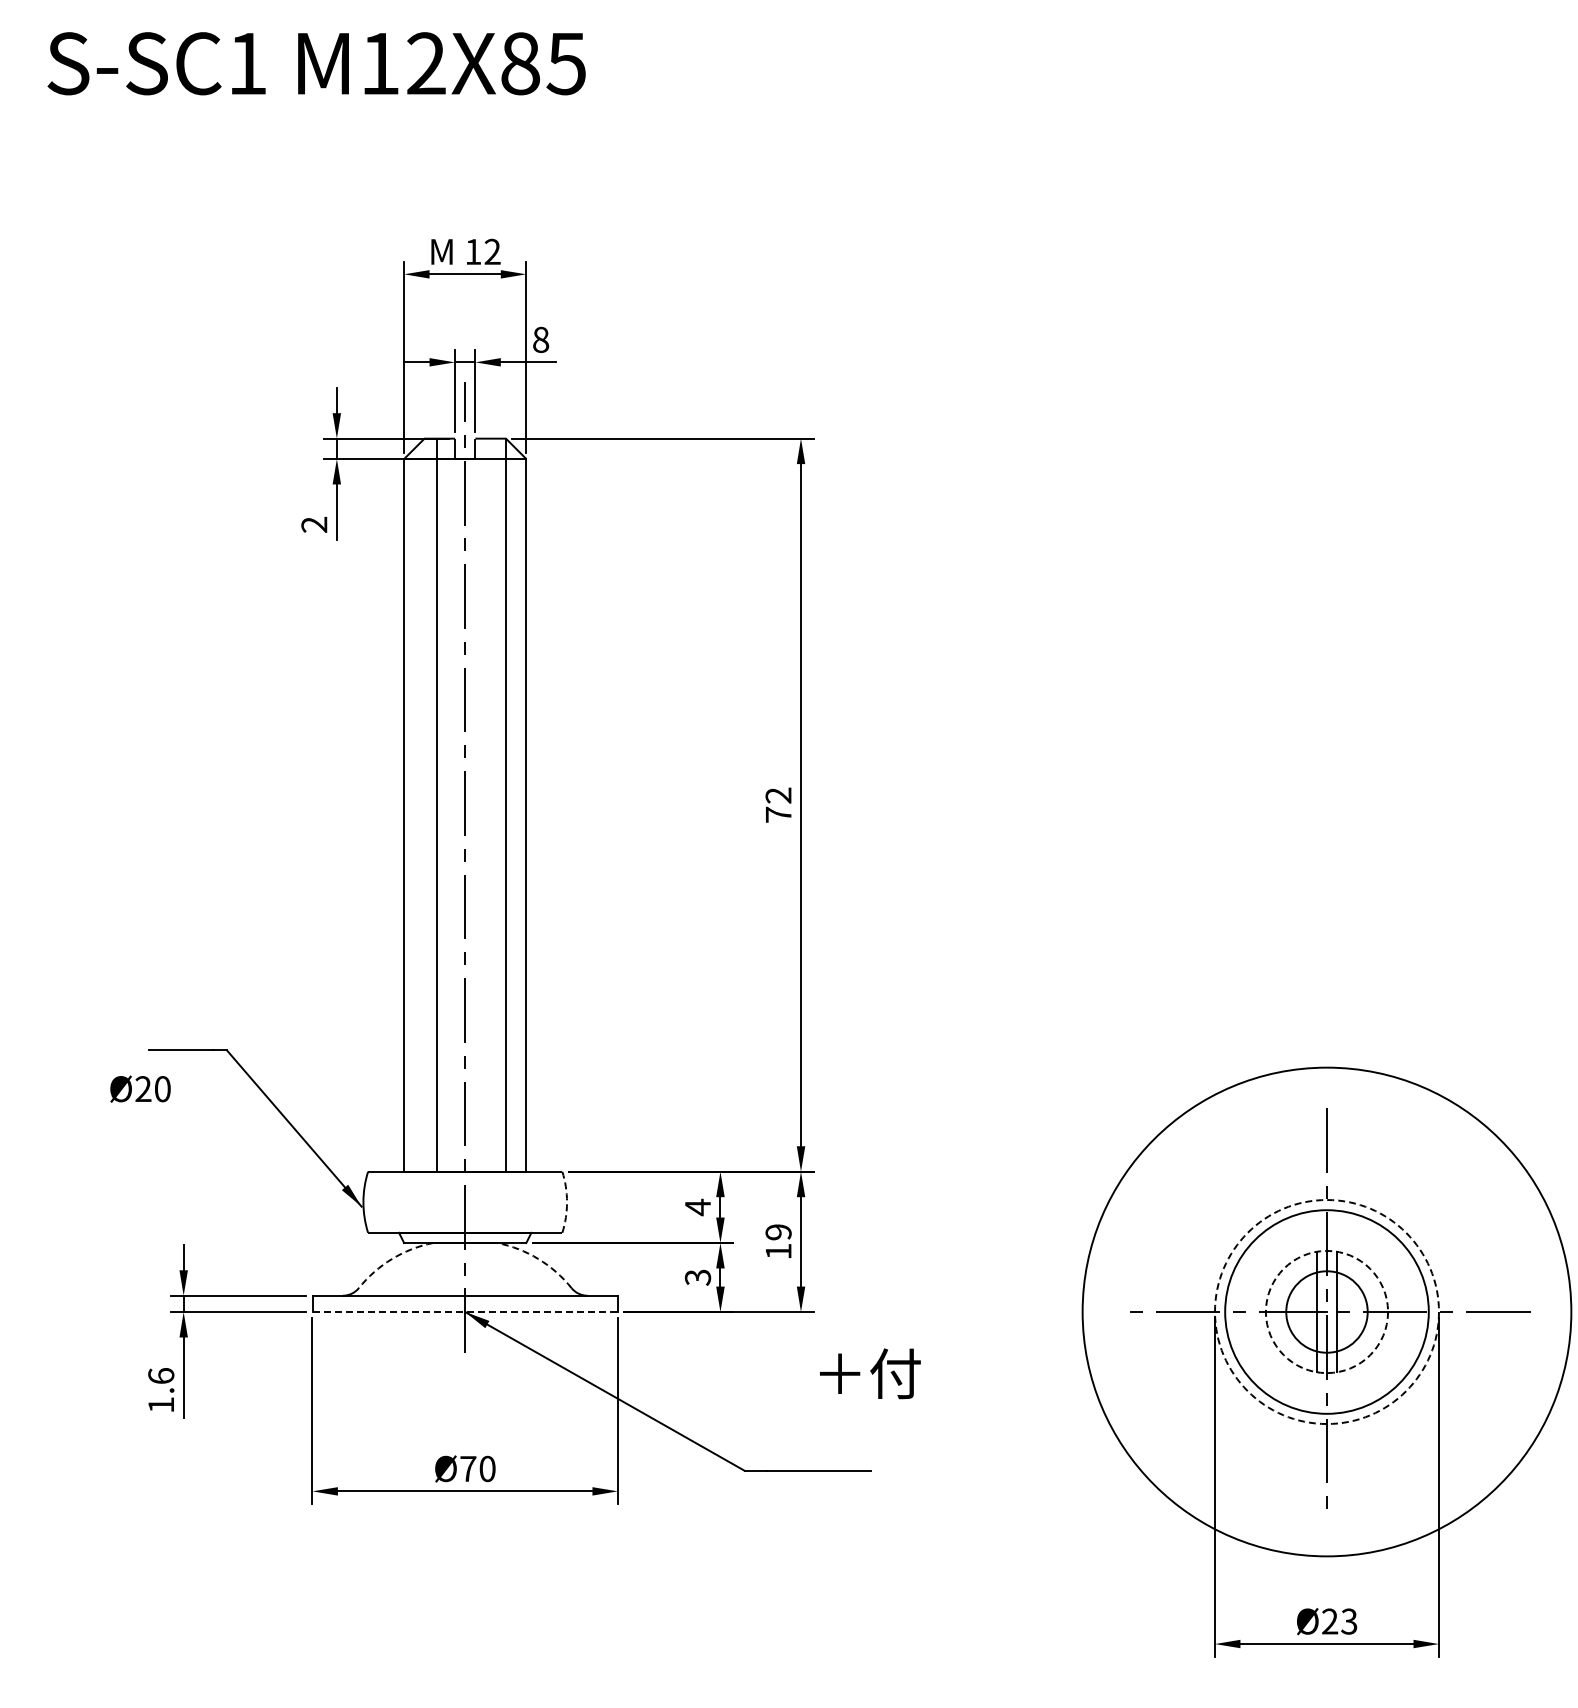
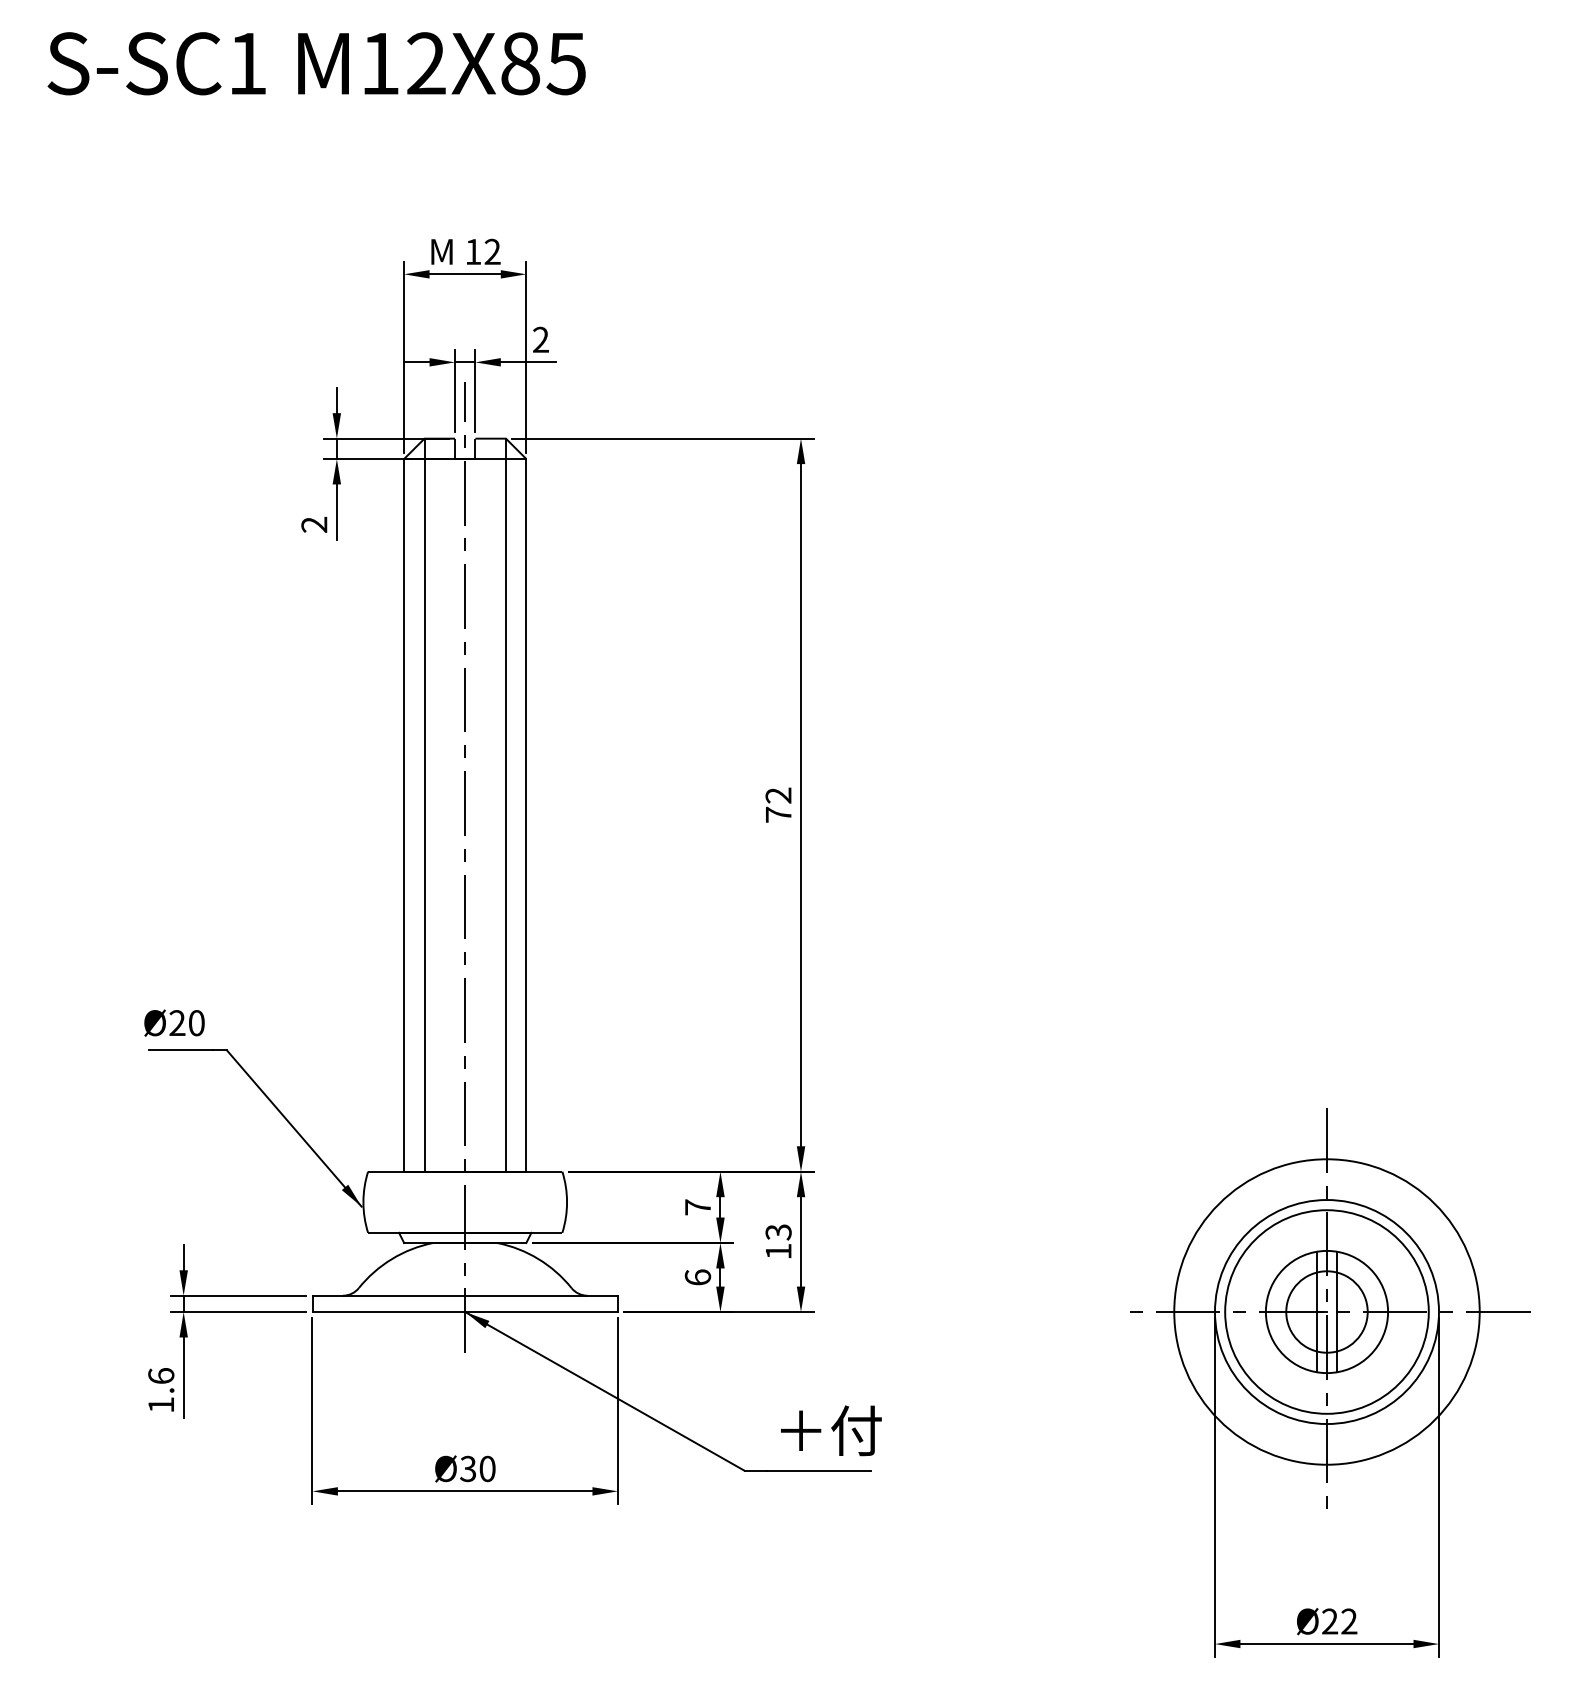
text at (541, 339): 8 -> 2
line at (436, 804) position: (436, 804) -> (424, 804)
text at (140, 1088) position: (140, 1088) -> (174, 1022)
arc at (567, 1202): dashed -> solid
text at (697, 1207): 4 -> 7
text at (778, 1232): 19 -> 13
arc at (392, 1259): dashed -> solid
arc at (538, 1259): dashed -> solid
text at (697, 1277): 3 -> 6
circle at (1326, 1311) diameter: 489 px -> 305 px
circle at (1326, 1311): dashed -> solid
line at (465, 1312): dashed -> solid
circle at (1326, 1312): dashed -> solid
text at (870, 1373) position: (870, 1373) -> (831, 1430)
text at (468, 1468): Ø70 -> Ø30
text at (1349, 1621): Ø23 -> Ø22
